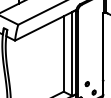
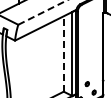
line at (43, 12): solid -> dashed
line at (63, 53): solid -> dashed
